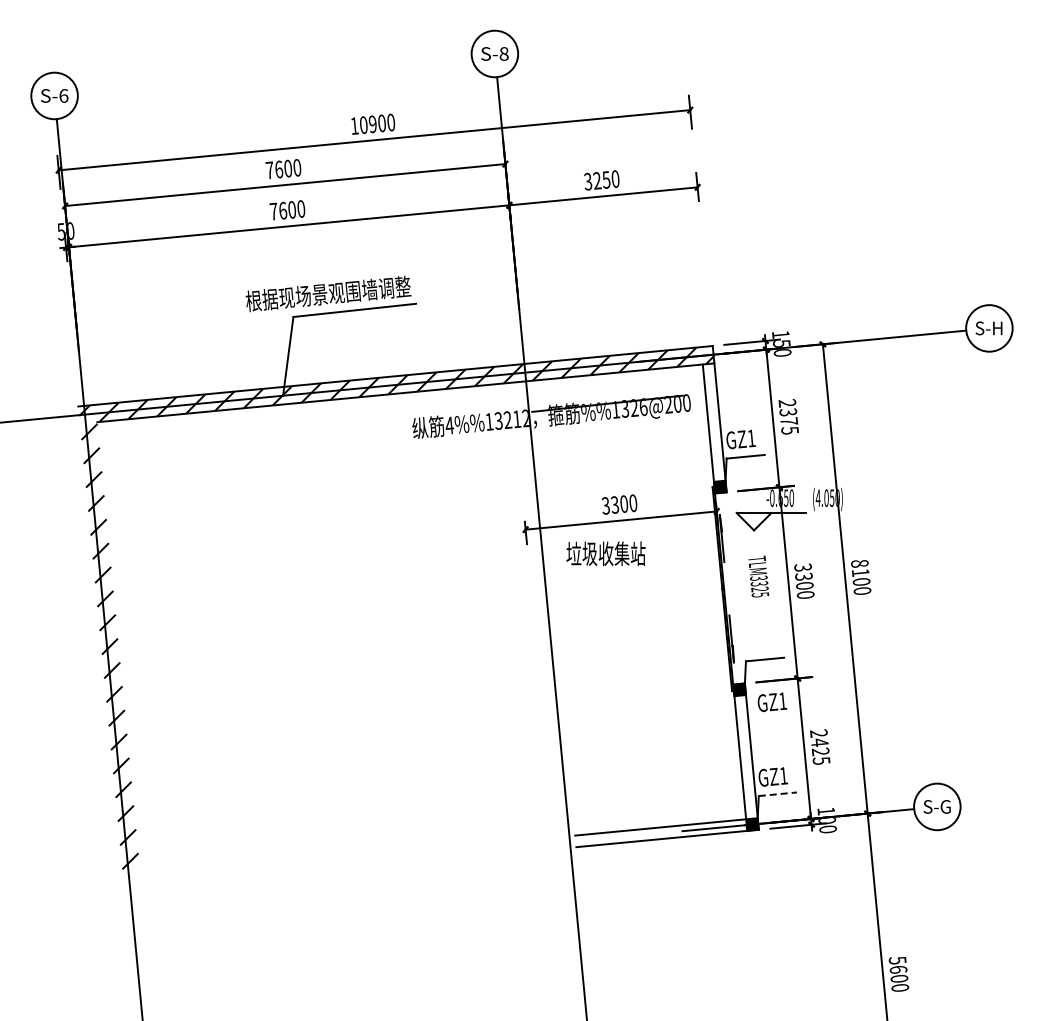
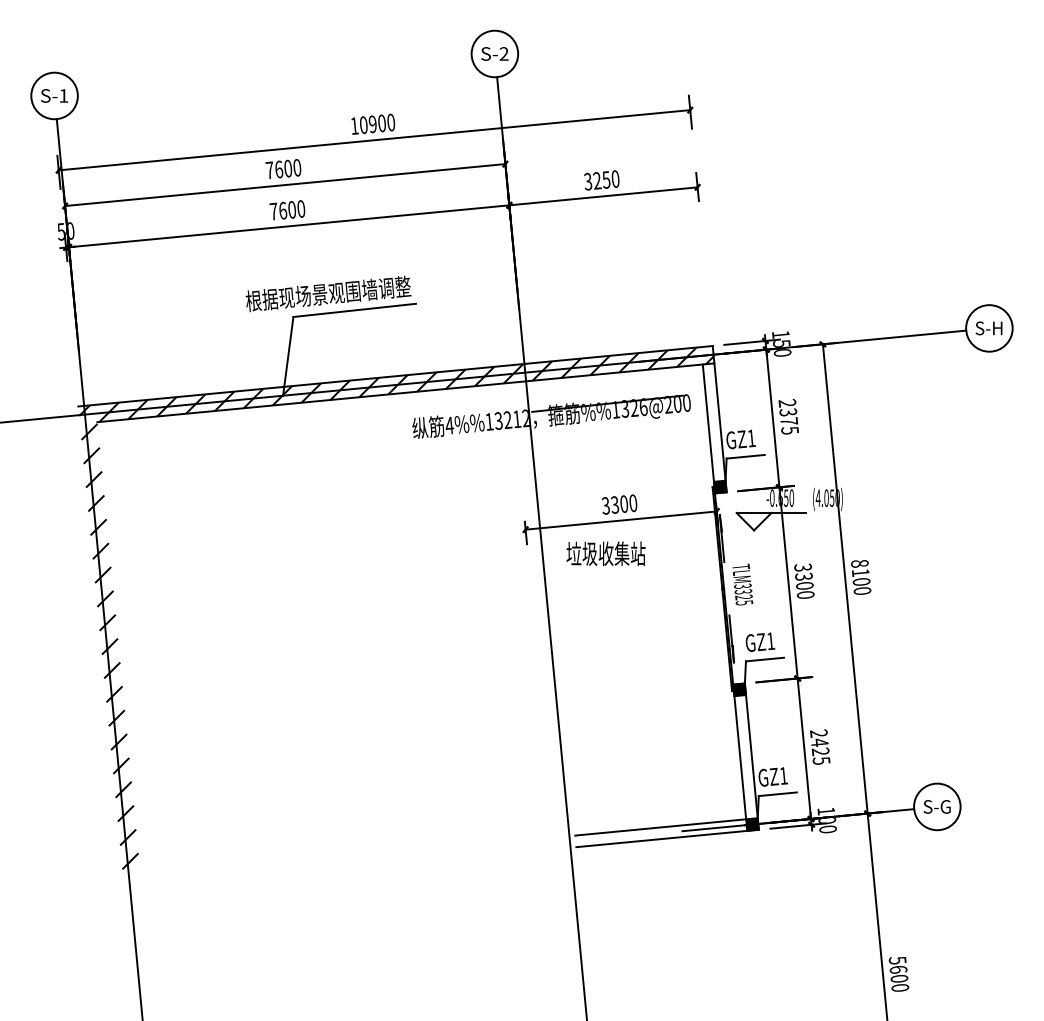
text at (503, 53): S-8 -> S-2
text at (63, 95): S-6 -> S-1
text at (758, 576) position: (758, 576) -> (742, 584)
text at (772, 701) position: (772, 701) -> (760, 641)
line at (778, 794): dashed -> solid
